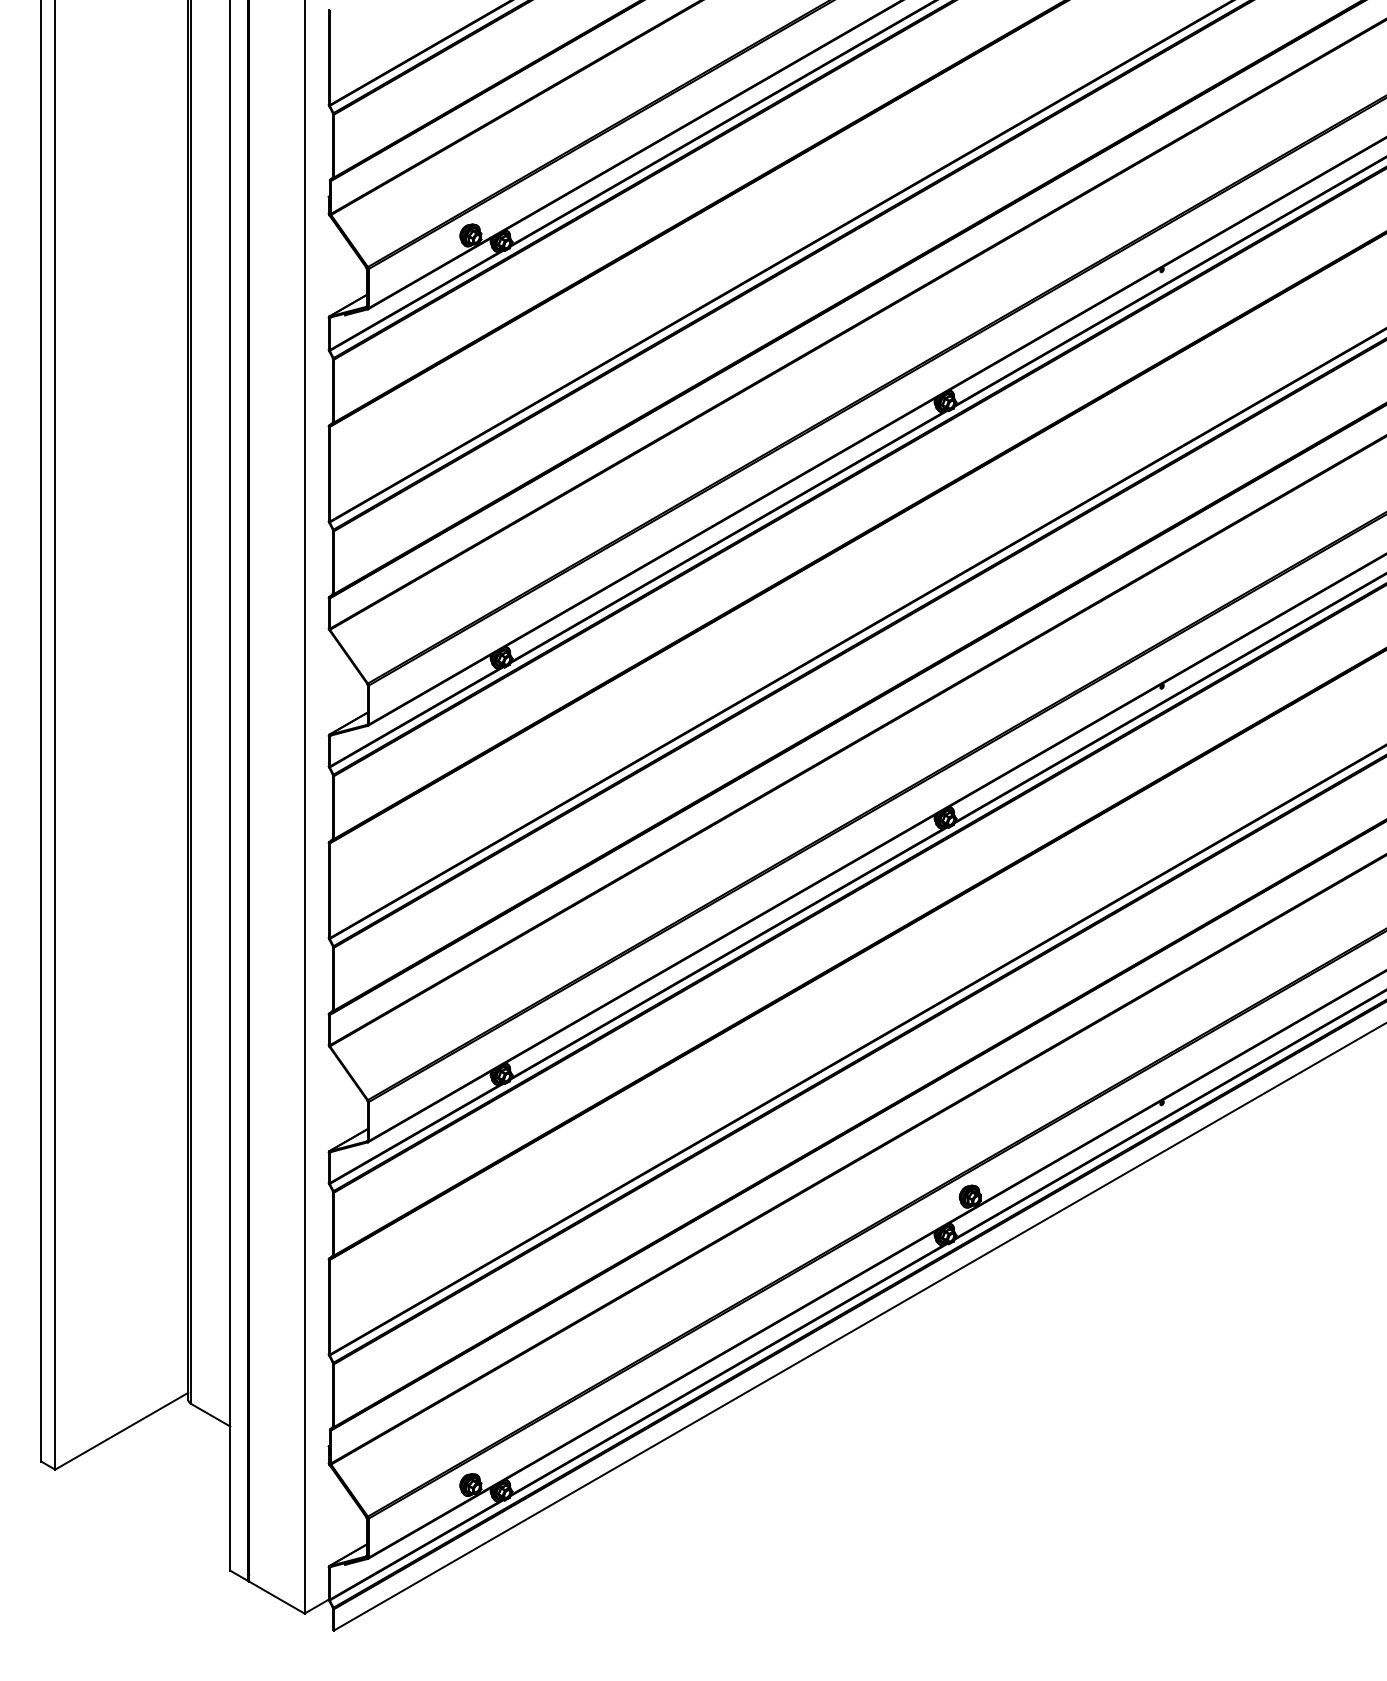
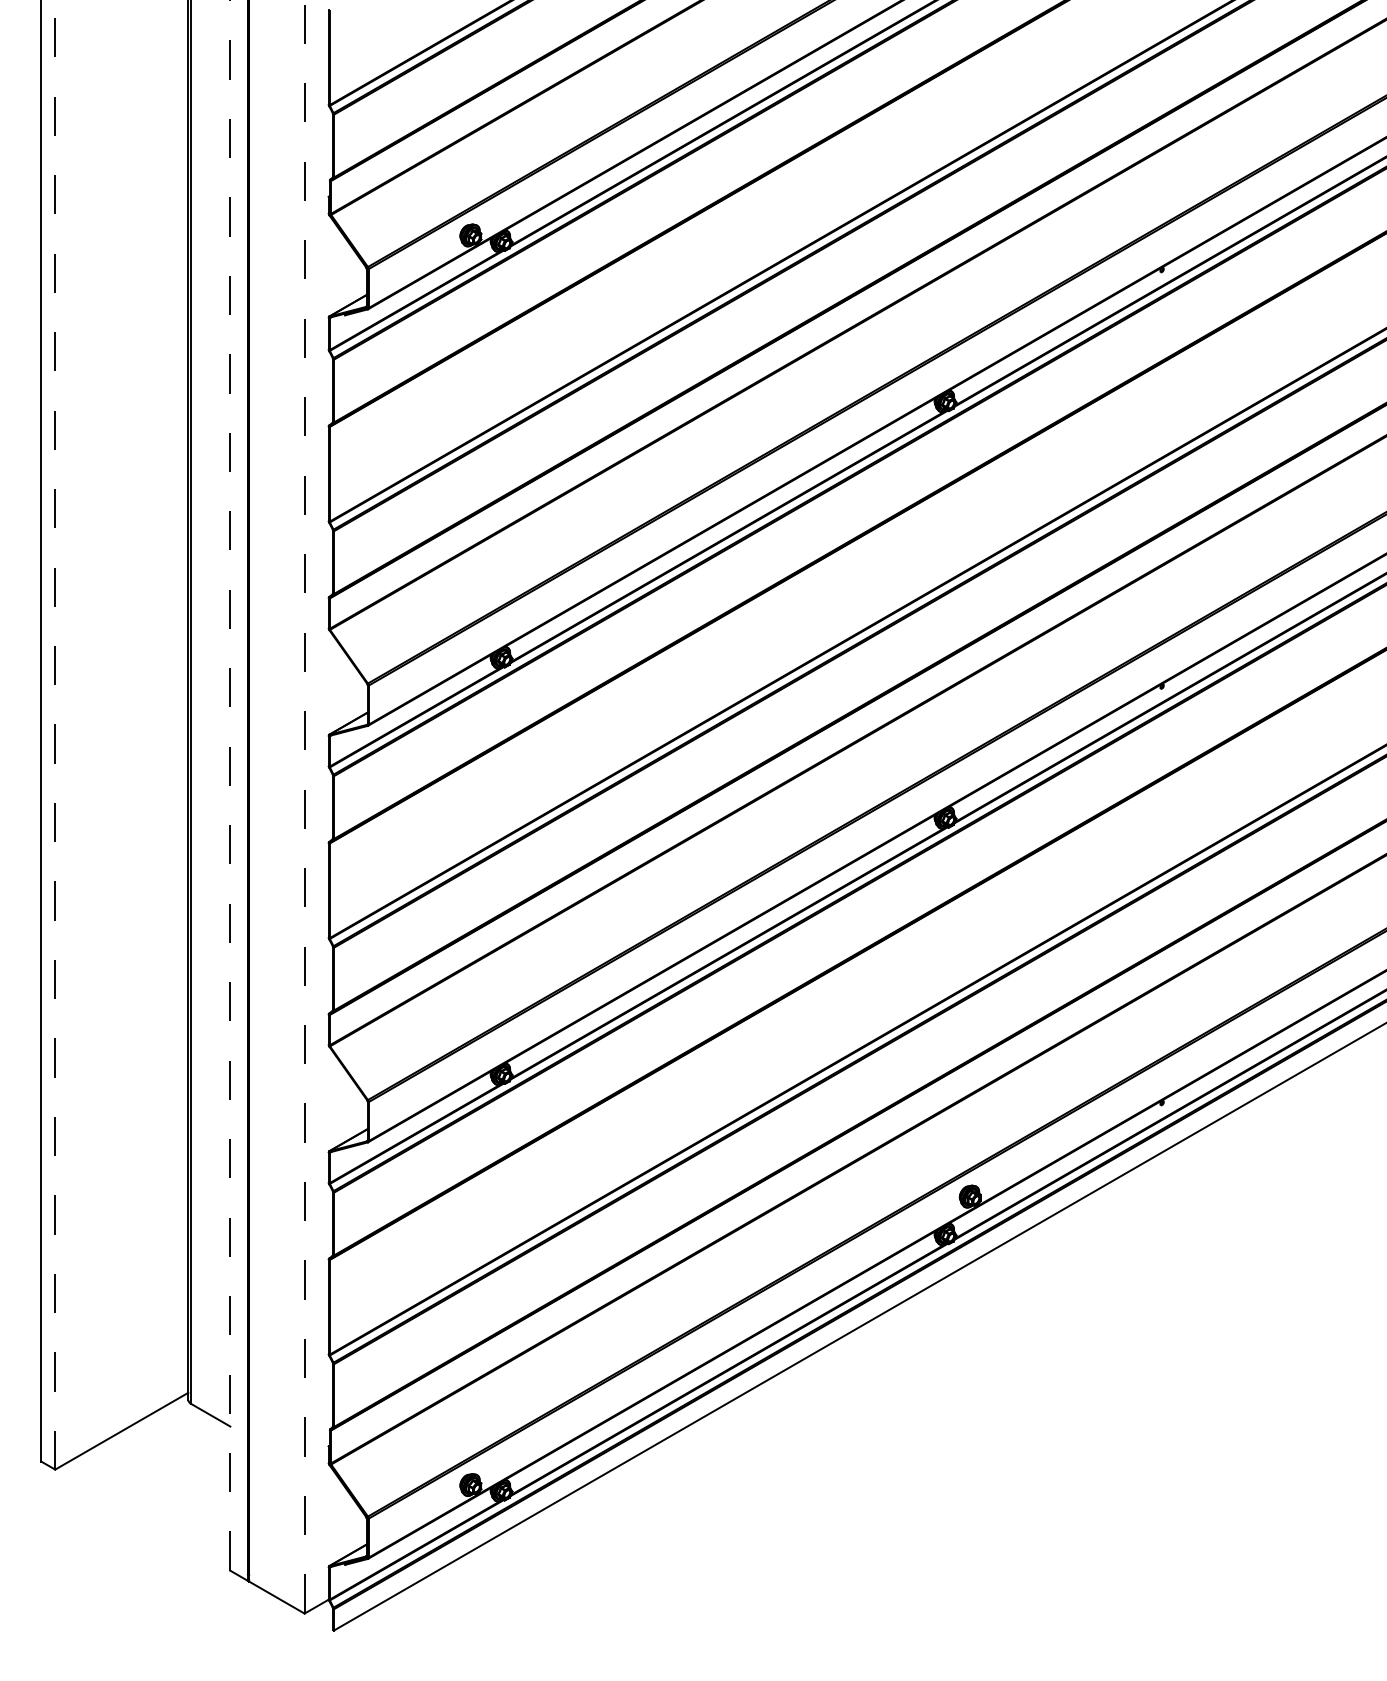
line at (55, 734): solid -> dashed
line at (230, 784): solid -> dashed
line at (304, 806): solid -> dashed
